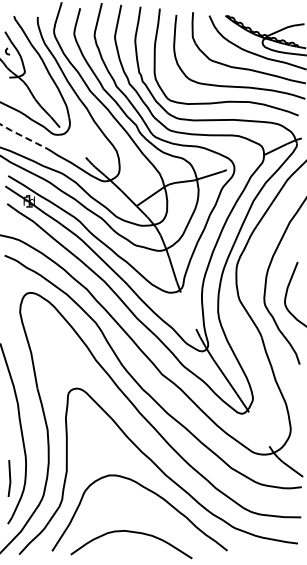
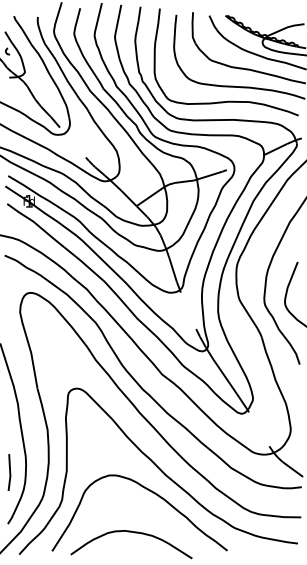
line at (23, 136): dashed -> solid
line at (9, 478) position: (9, 478) -> (9, 472)
